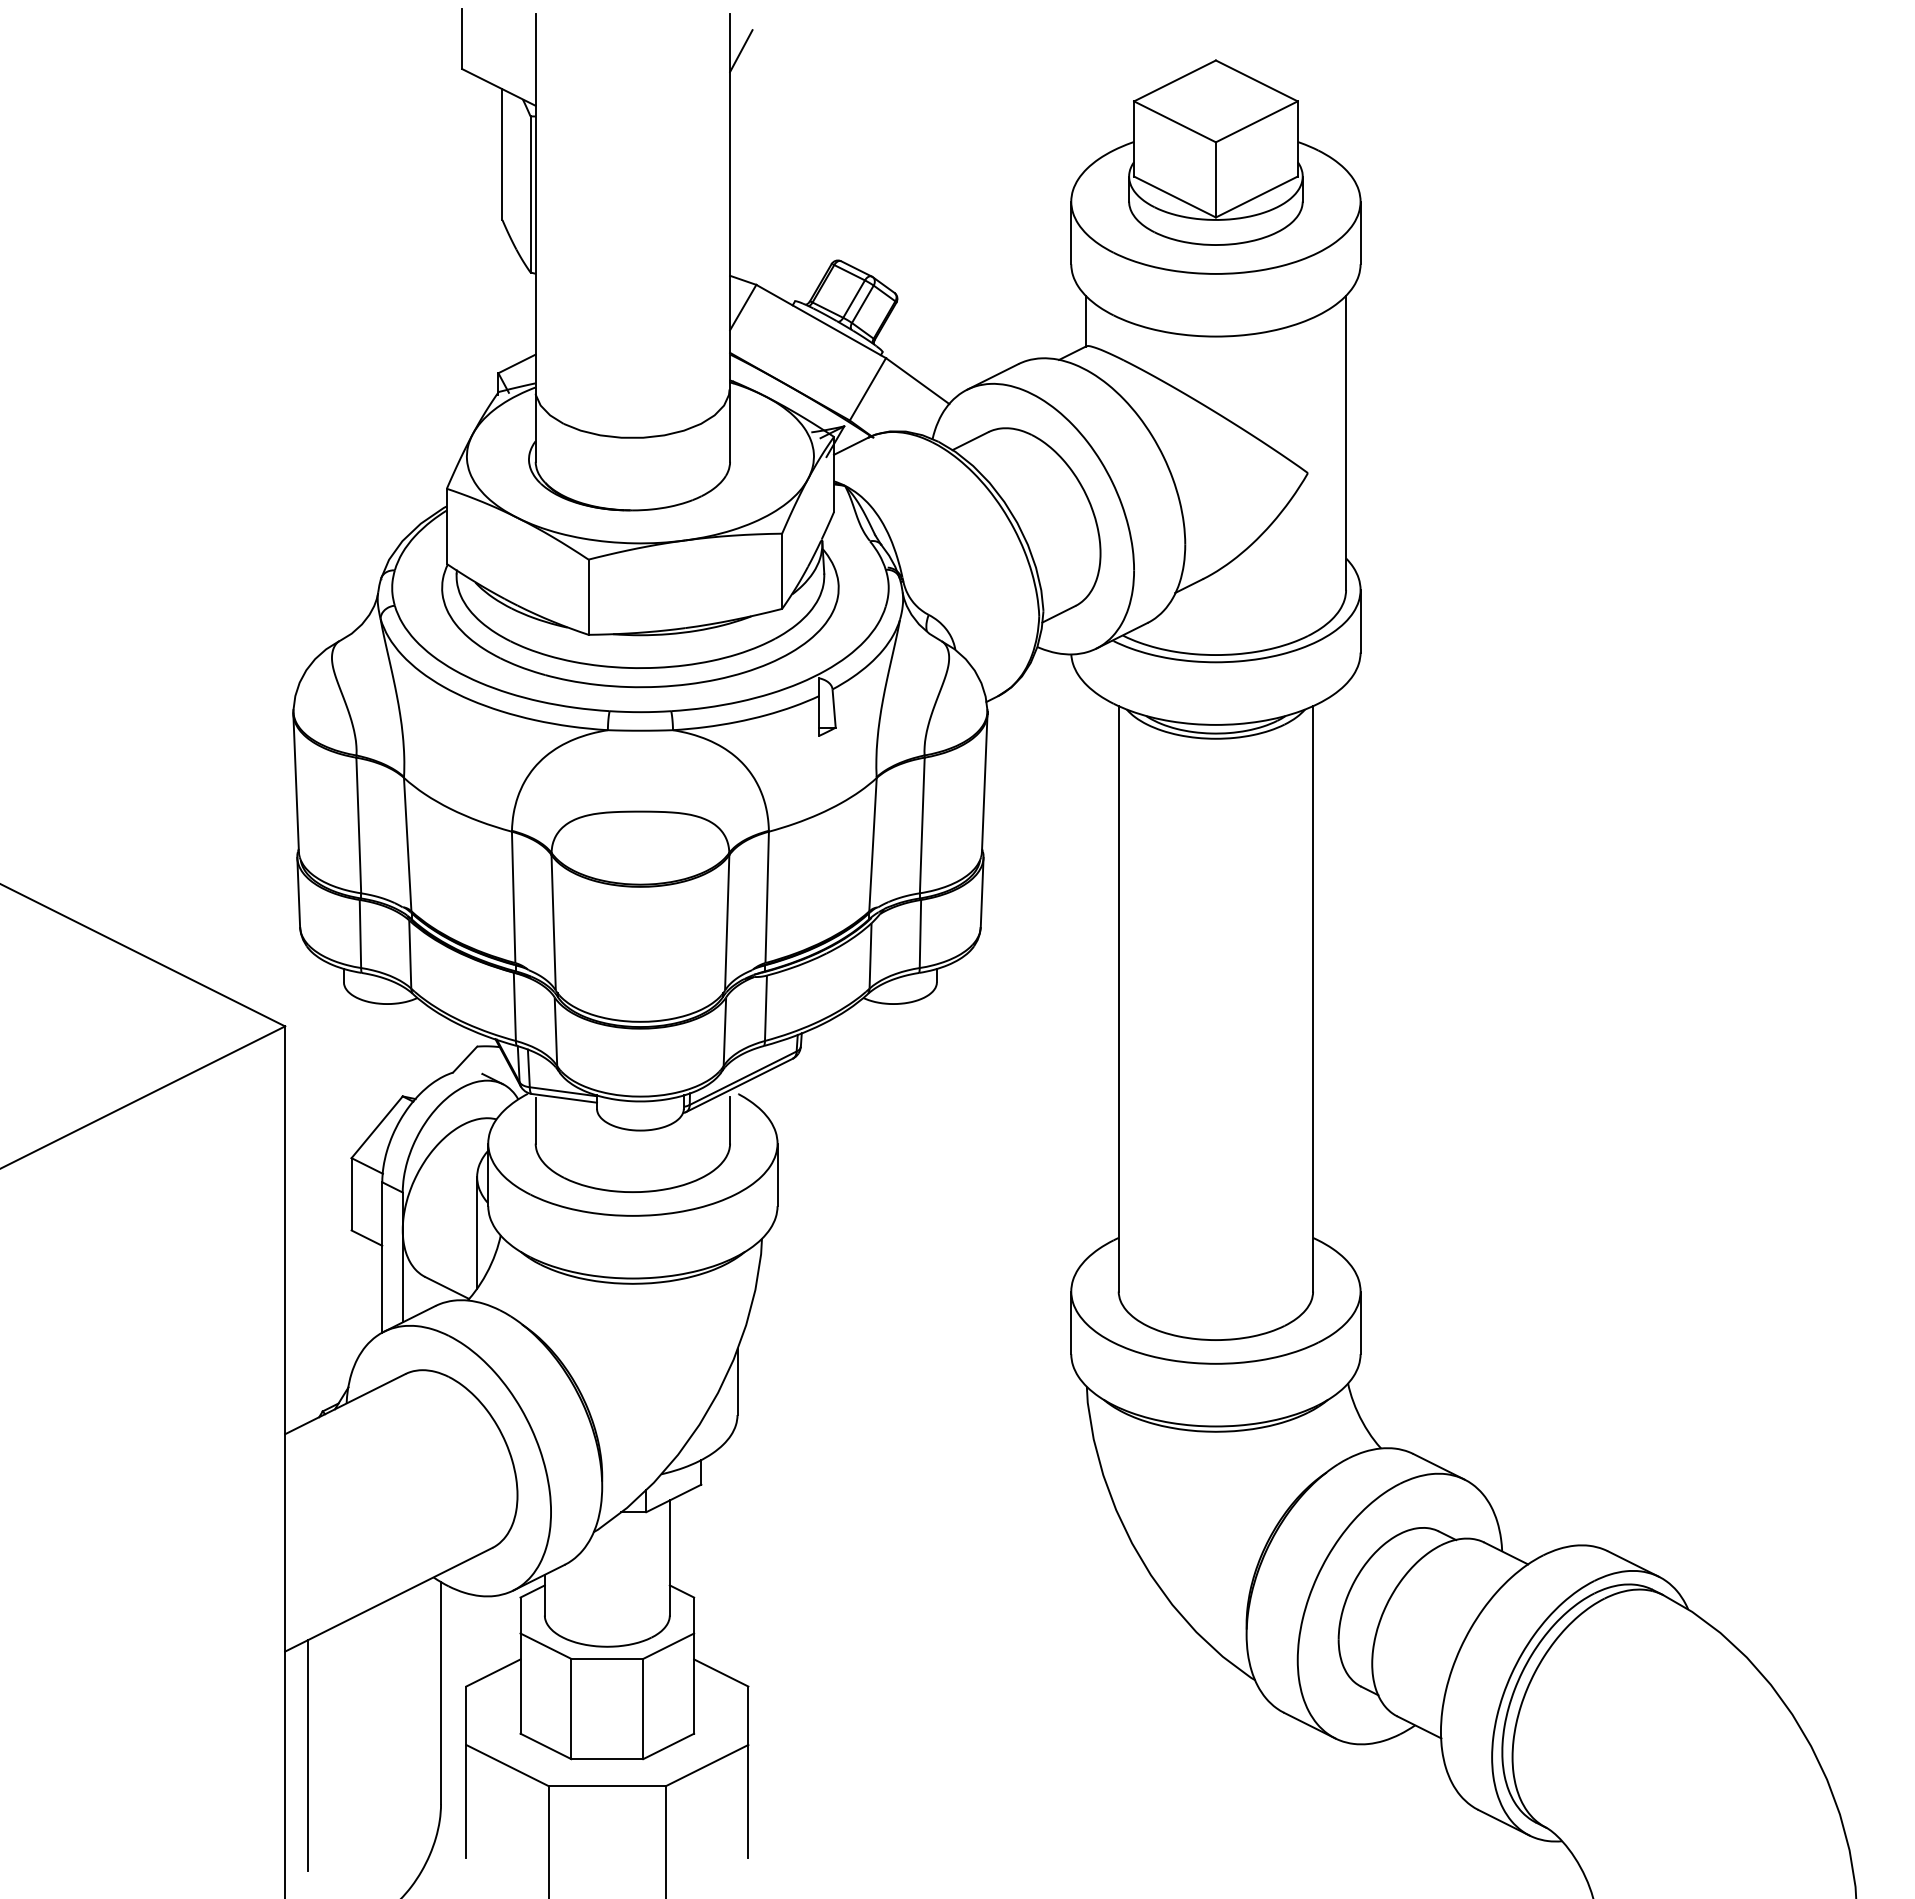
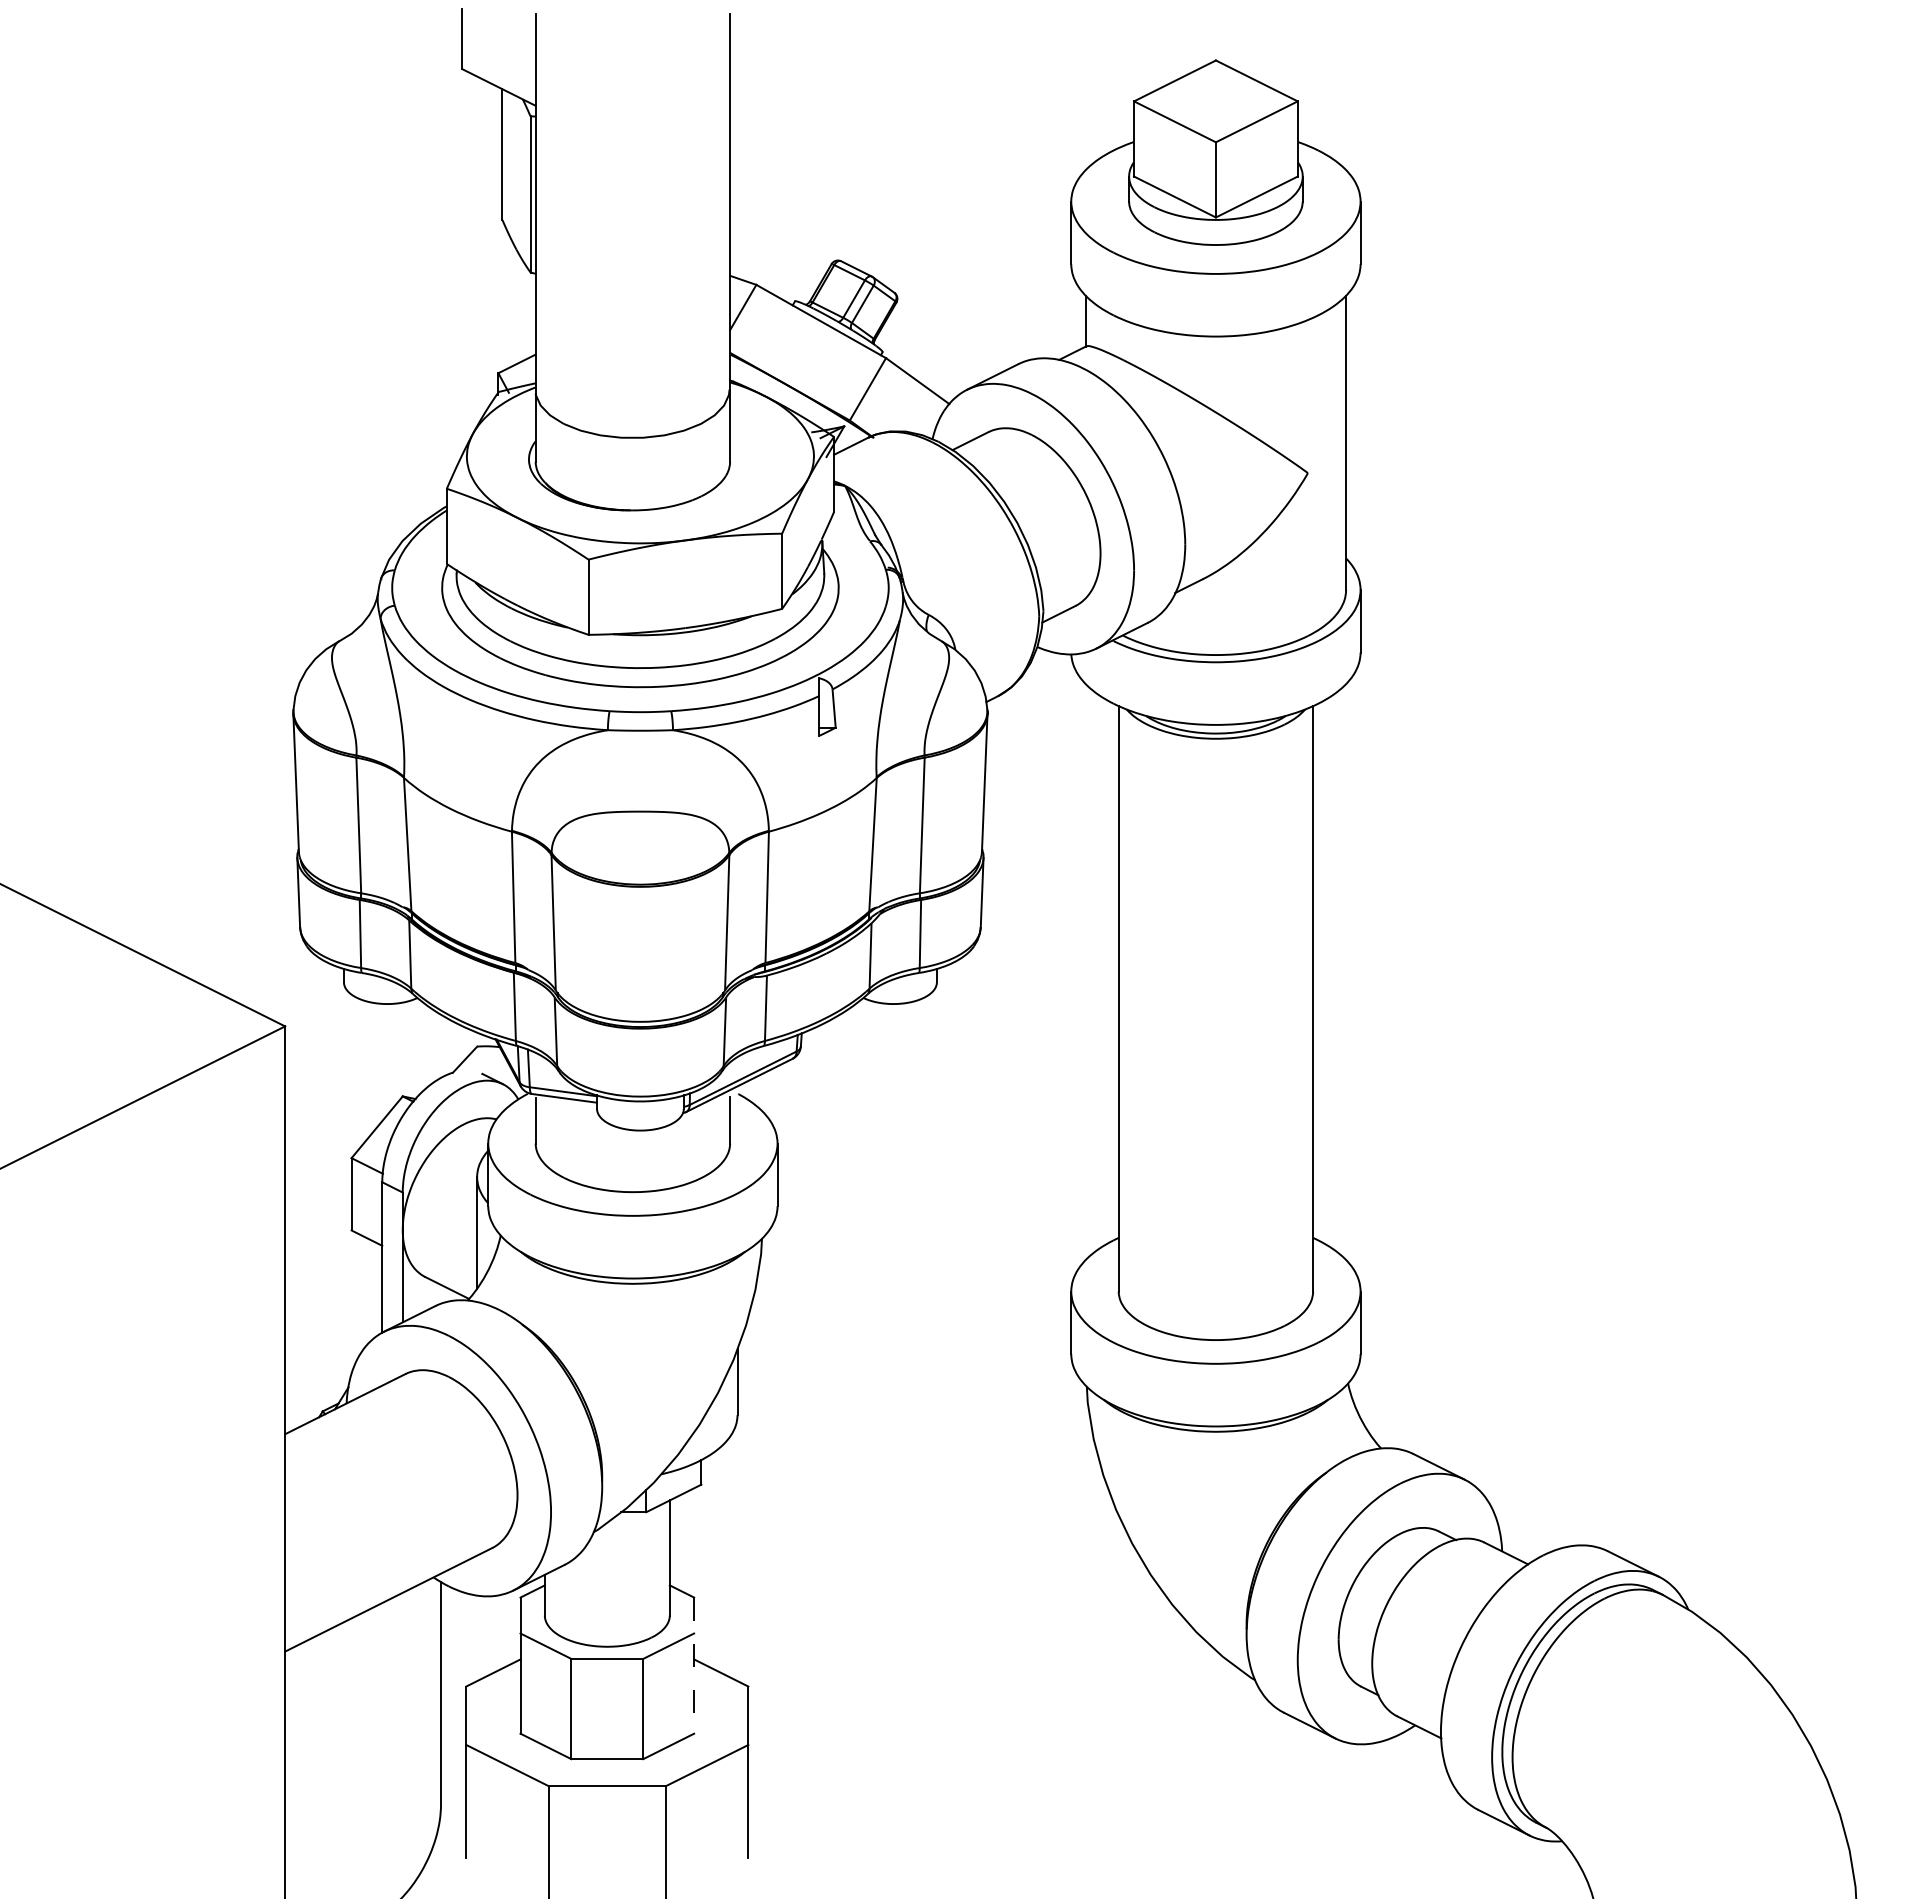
line at (741, 50): present -> none
line at (694, 1666): solid -> dashed
line at (308, 1755): present -> none
